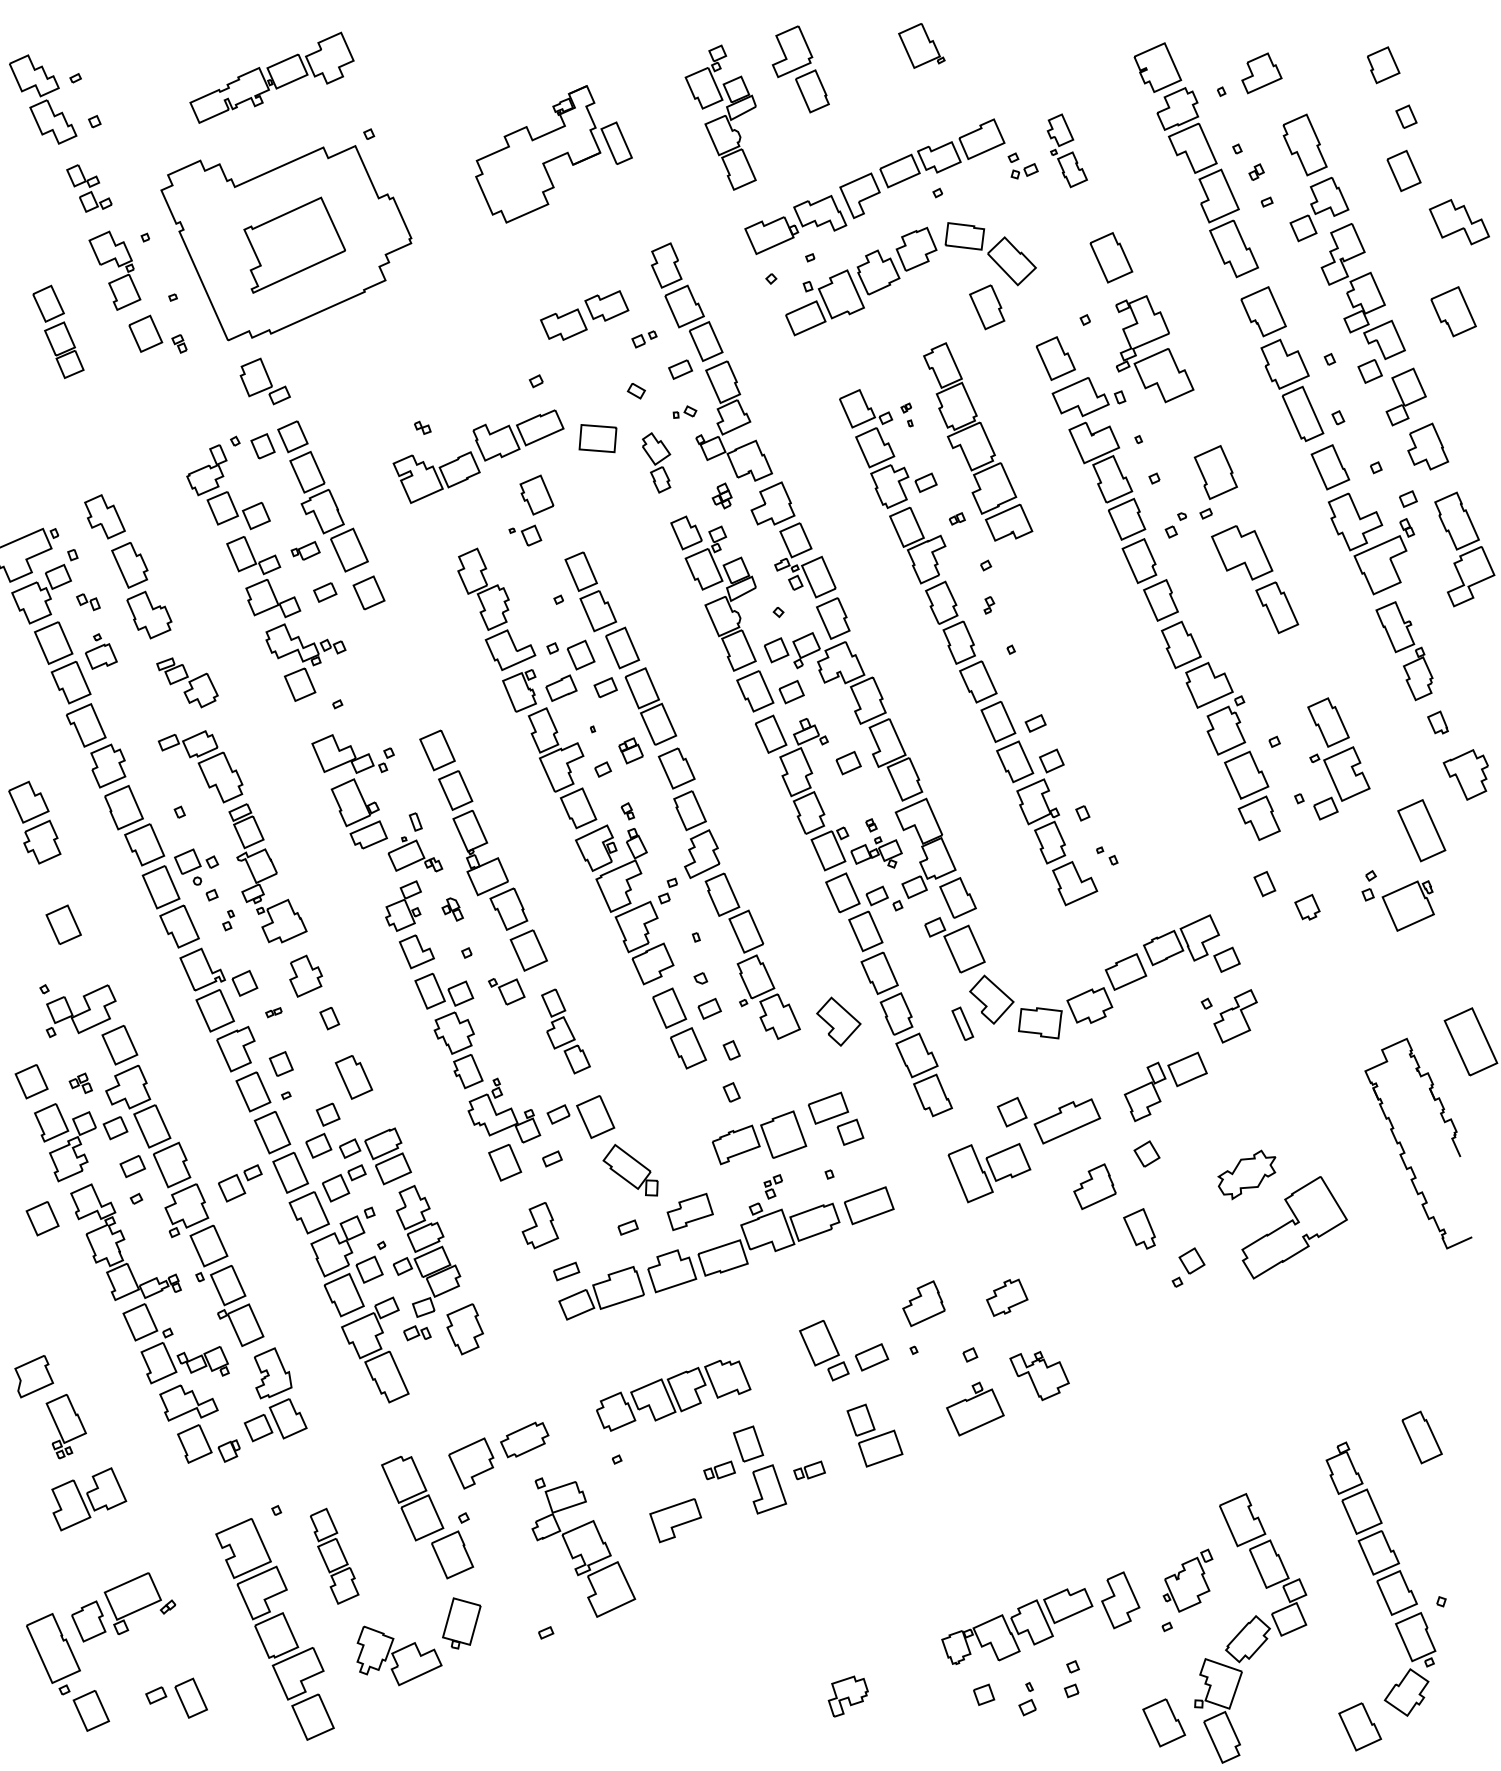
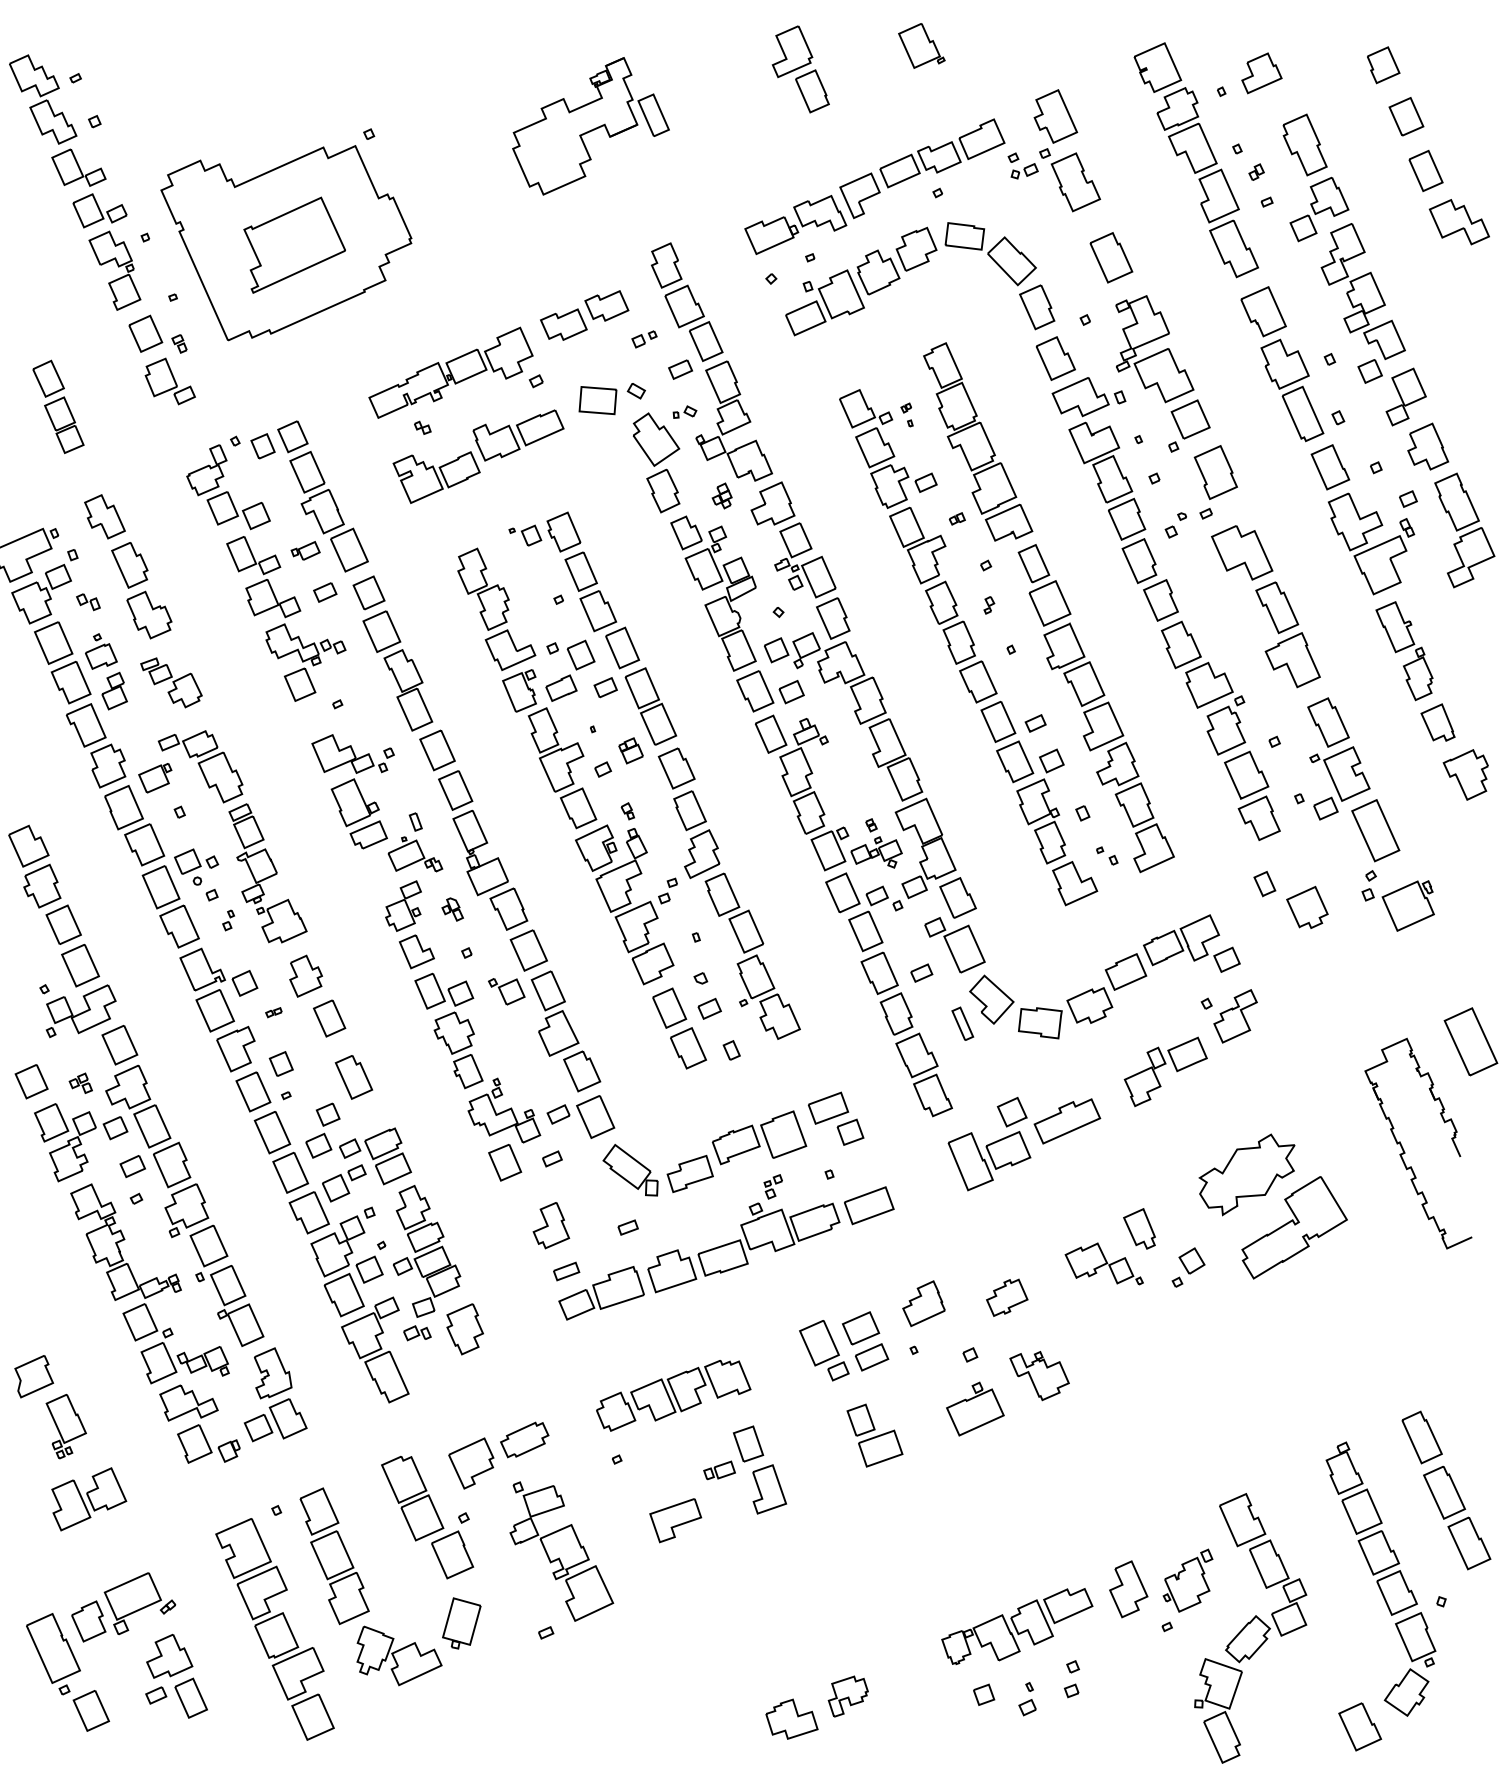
part at (271, 77) position: (271, 77) -> (450, 372)
part at (1406, 116) size: 23x25 px -> 37x40 px
part at (720, 117): present -> none
part at (1066, 150) size: 42x76 px -> 69x124 px
part at (553, 154) position: (553, 154) -> (590, 126)
part at (1403, 170) position: (1403, 170) -> (1425, 170)
part at (89, 188) size: 47x49 px -> 77x81 px
part at (987, 307) position: (987, 307) -> (1037, 307)
part at (1453, 311): present -> none
part at (58, 331) position: (58, 331) -> (58, 406)
part at (264, 381) position: (264, 381) -> (169, 381)
part at (1189, 425): none -> present
part at (597, 438) position: (597, 438) -> (597, 400)
part at (656, 462) size: 30x62 px -> 49x102 px
part at (536, 494) position: (536, 494) -> (563, 531)
part at (1464, 549) position: (1464, 549) -> (1464, 530)
part at (1292, 660): none -> present
part at (397, 670): none -> present
part at (187, 682) position: (187, 682) -> (171, 682)
part at (114, 690): none -> present
part at (1095, 708): none -> present
part at (1437, 722) size: 22x25 px -> 36x39 px
part at (848, 763): present -> none
part at (155, 778): none -> present
part at (34, 822) position: (34, 822) -> (34, 866)
part at (1421, 830) position: (1421, 830) -> (1375, 830)
part at (1307, 906) size: 27x28 px -> 43x44 px
part at (80, 965): none -> present
part at (921, 972): none -> present
part at (329, 1018) size: 22x24 px -> 34x39 px
part at (838, 1021): present -> none
part at (565, 1031) size: 50x87 px -> 72x123 px
part at (1163, 1080) position: (1163, 1080) -> (1163, 1065)
part at (731, 1092): present -> none
part at (1146, 1153): present -> none
part at (989, 1173) position: (989, 1173) -> (989, 1161)
part at (1246, 1174) size: 60x52 px -> 98x84 px
part at (240, 1183): present -> none
part at (1094, 1186): present -> none
part at (689, 1211) position: (689, 1211) -> (689, 1173)
part at (42, 1218): present -> none
part at (540, 1225) position: (540, 1225) -> (551, 1225)
part at (1103, 1263): none -> present
part at (860, 1328): none -> present
part at (809, 1470): present -> none
part at (1457, 1517): none -> present
part at (583, 1547) position: (583, 1547) -> (561, 1551)
part at (334, 1555) size: 51x98 px -> 71x139 px
part at (1120, 1600) position: (1120, 1600) -> (1128, 1589)
part at (169, 1655): none -> present
part at (791, 1718): none -> present
part at (1164, 1722): present -> none
